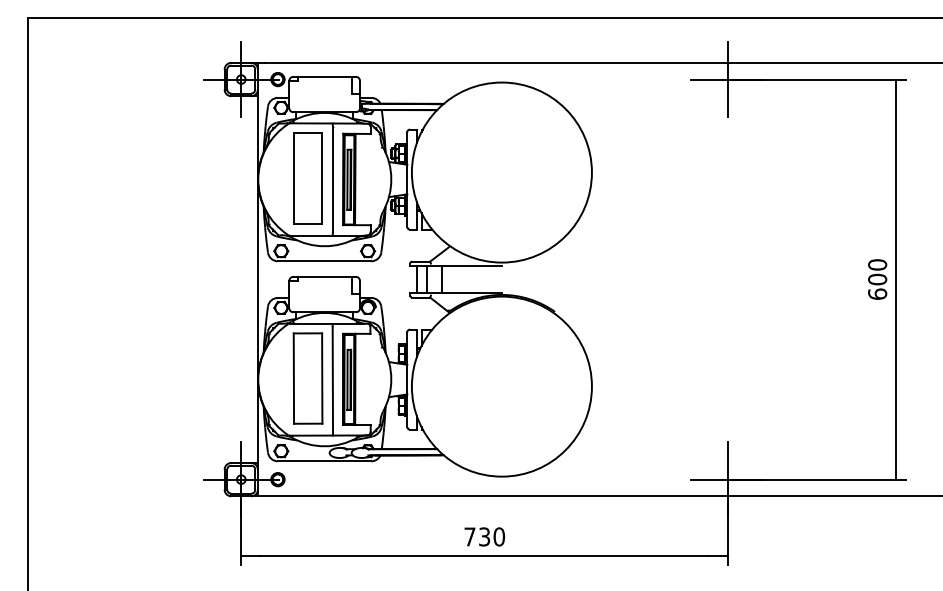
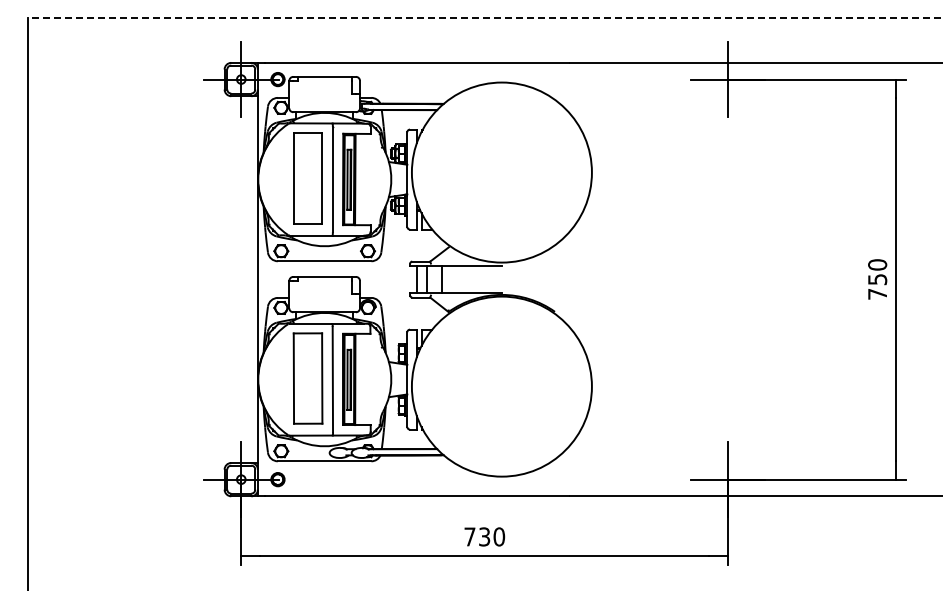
line at (485, 17): solid -> dashed
text at (877, 286): 600 -> 750
